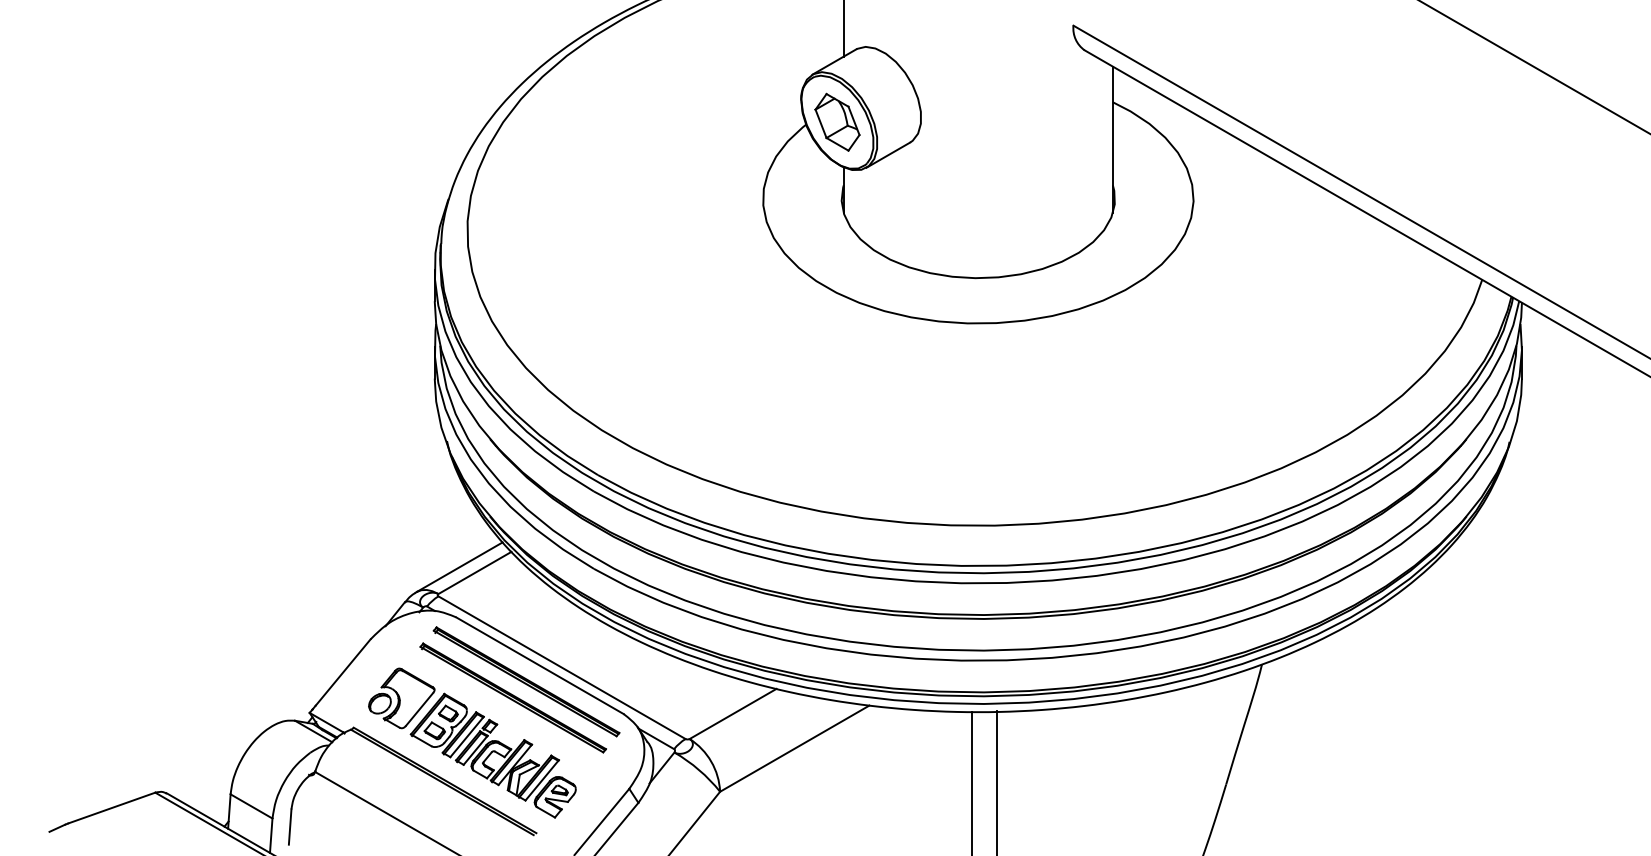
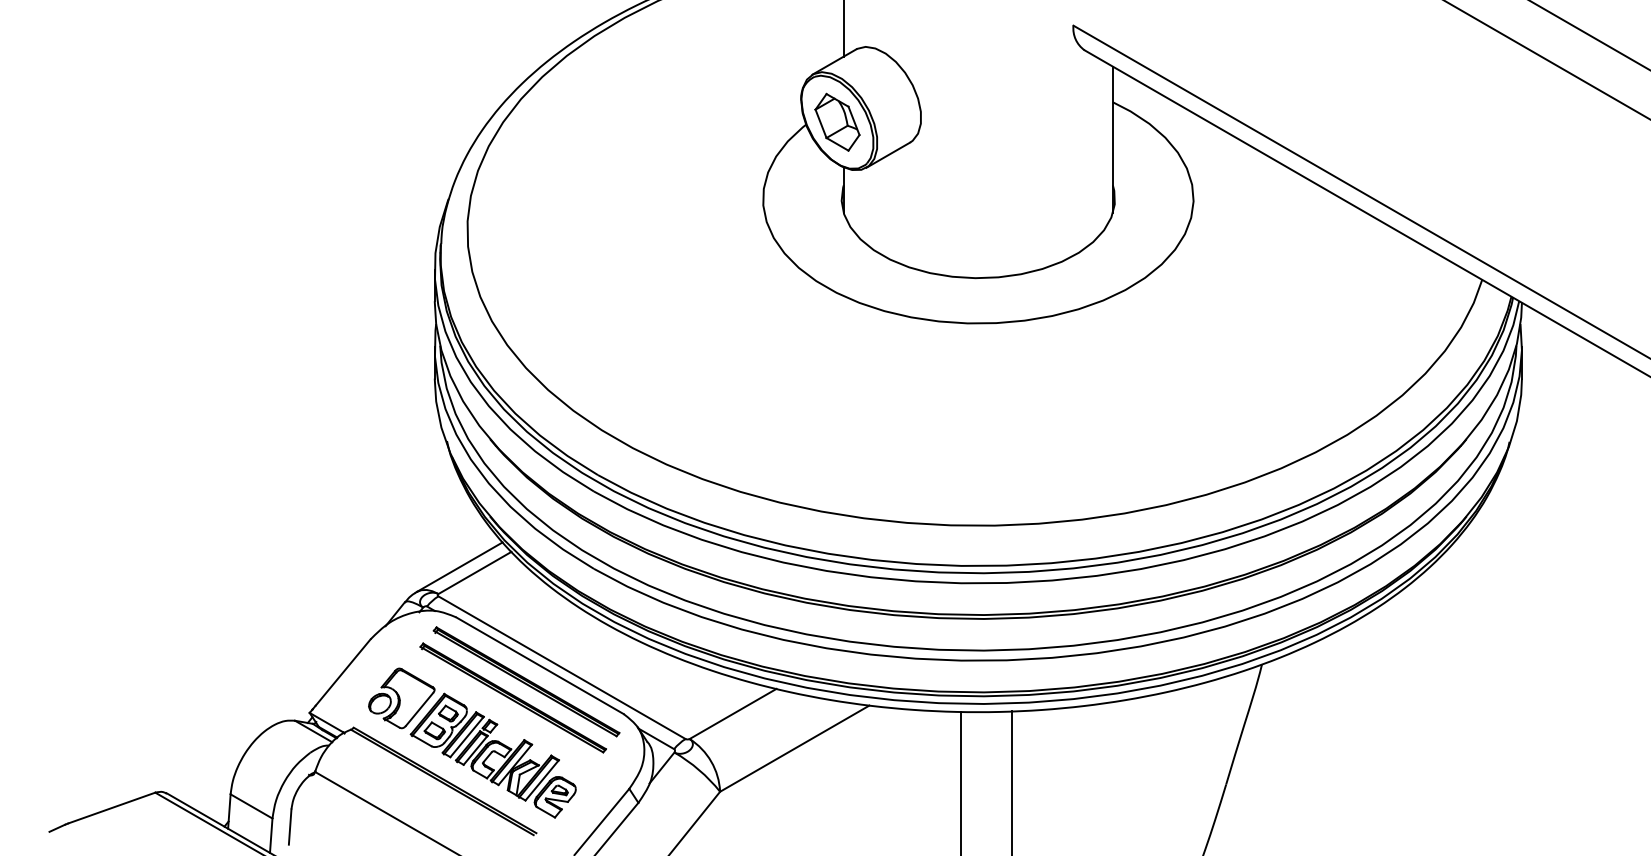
line at (1589, 35): none -> present
line at (1534, 67) position: (1534, 67) -> (1546, 60)
line at (971, 781) position: (971, 781) -> (960, 781)
line at (997, 781) position: (997, 781) -> (1012, 781)
